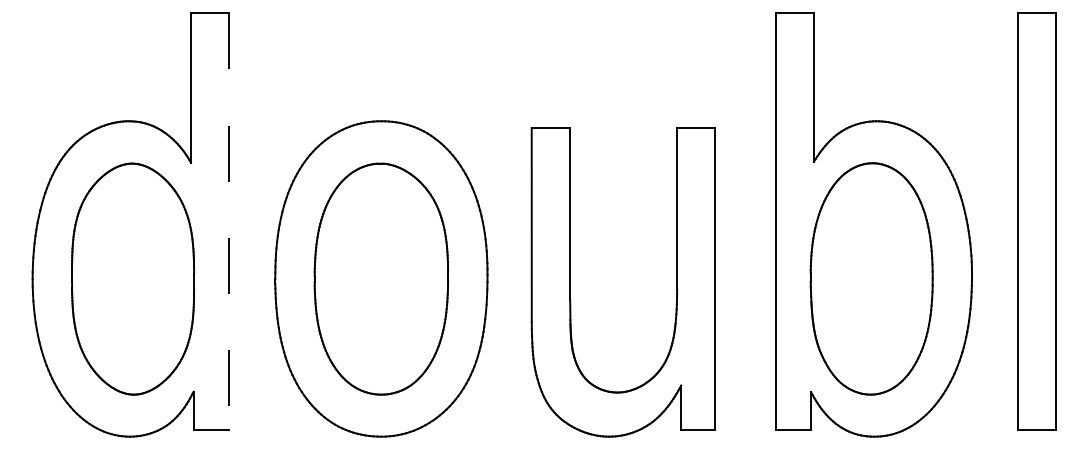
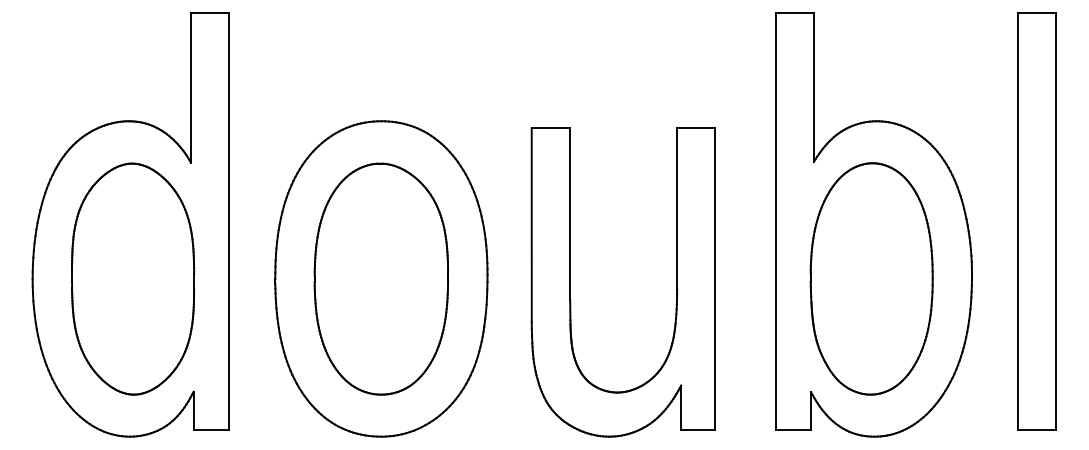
line at (229, 222): dashed -> solid
